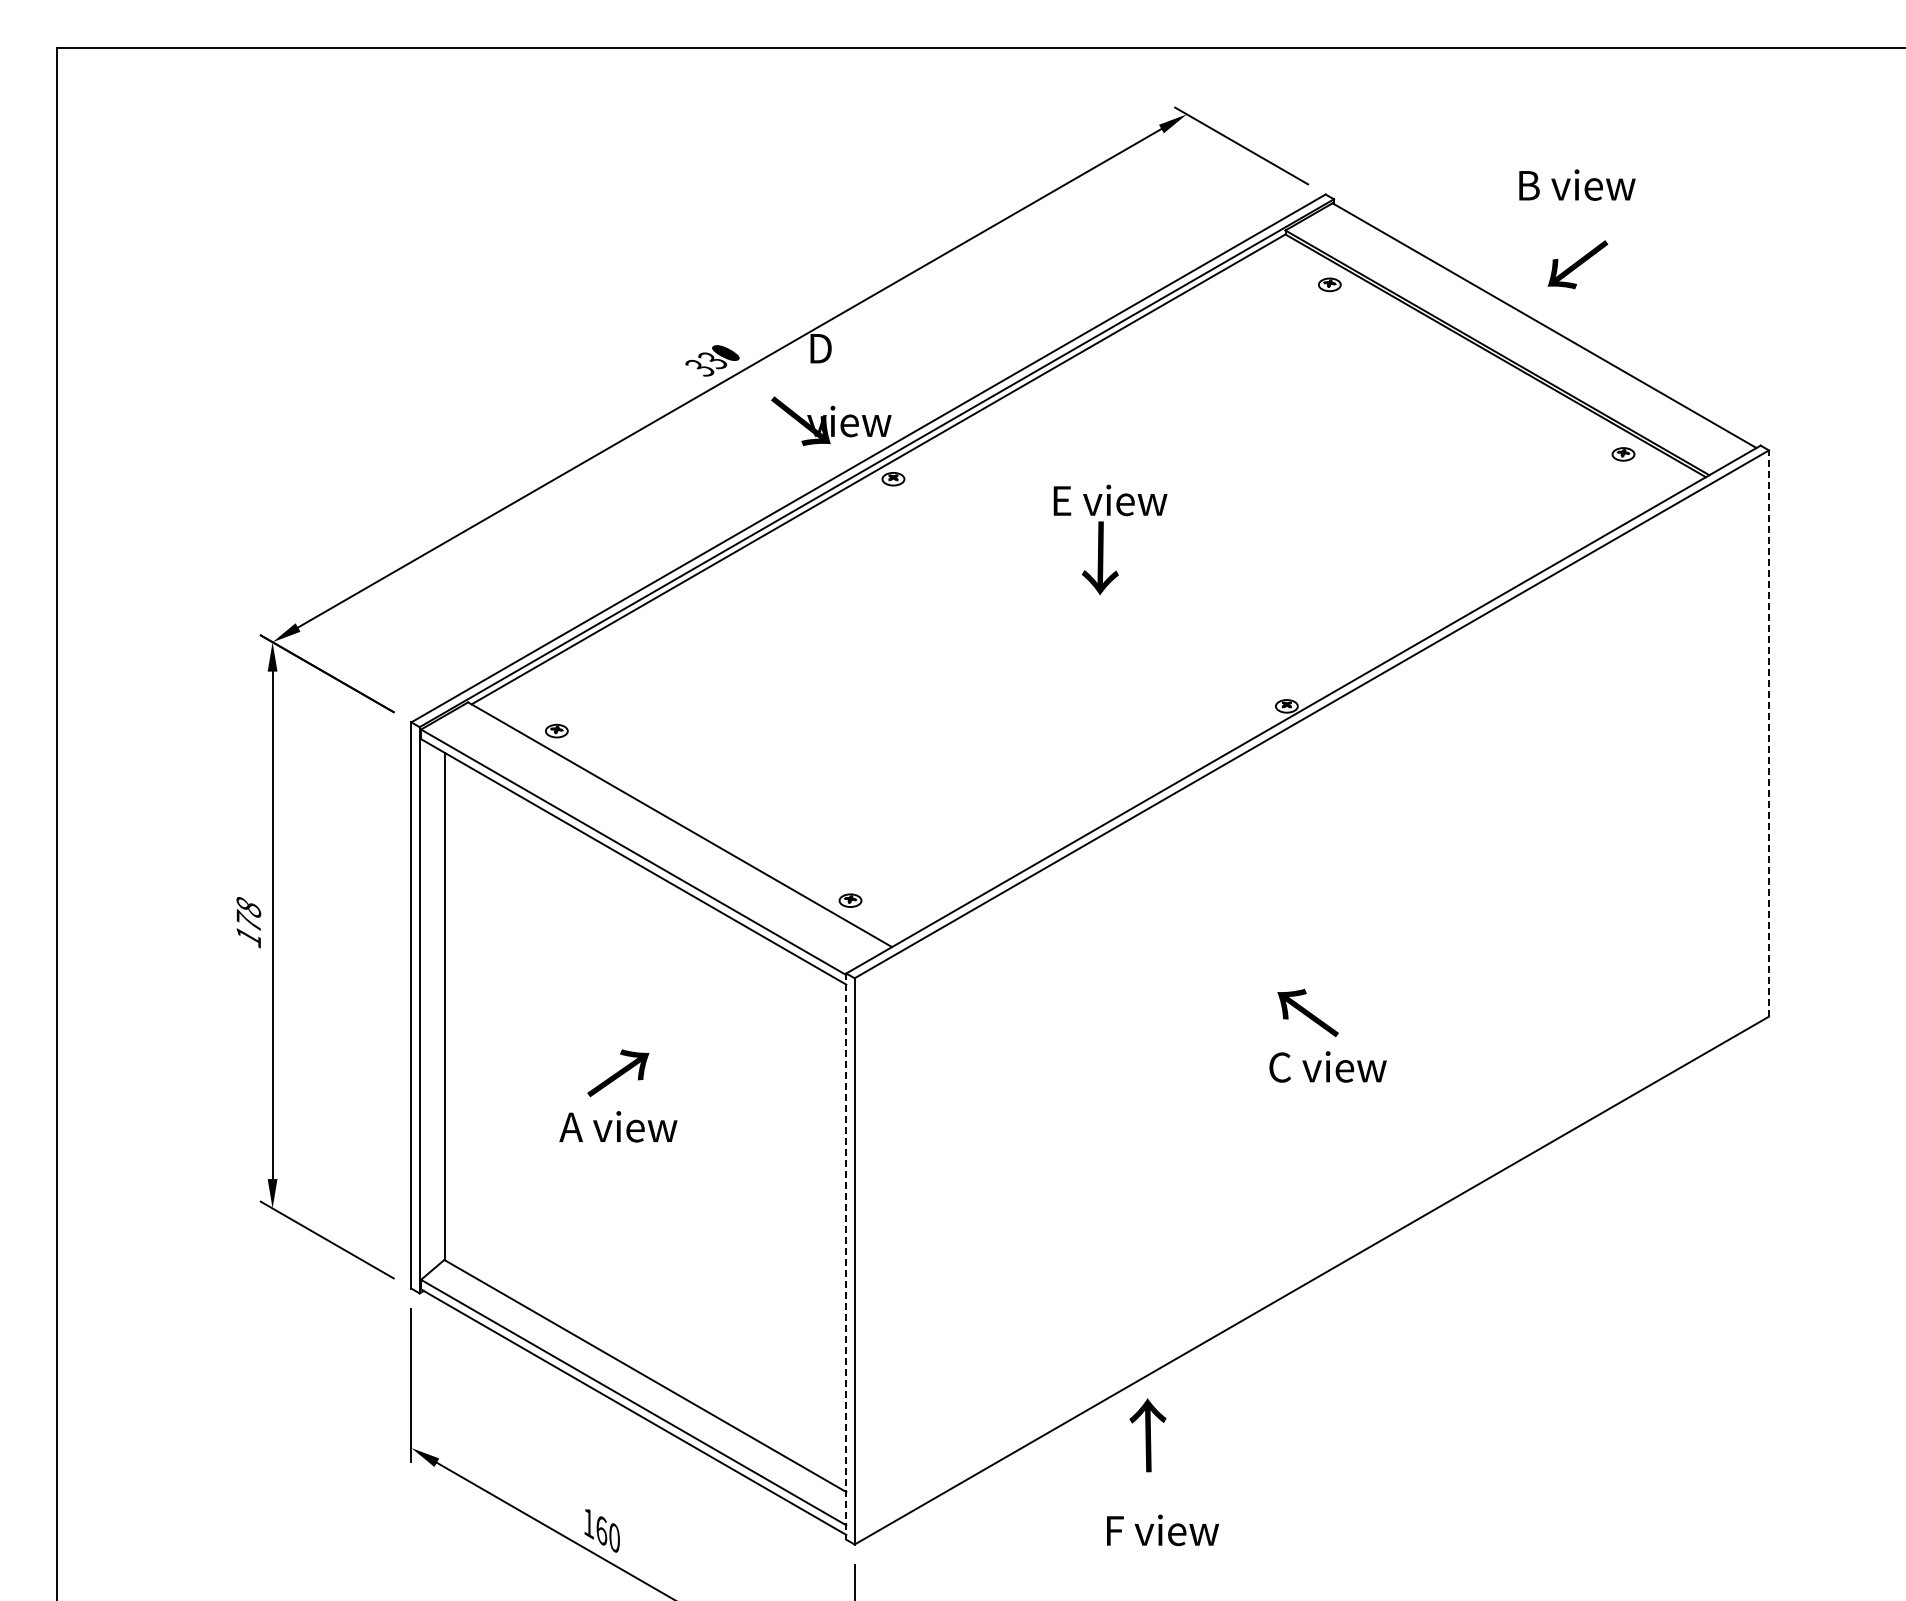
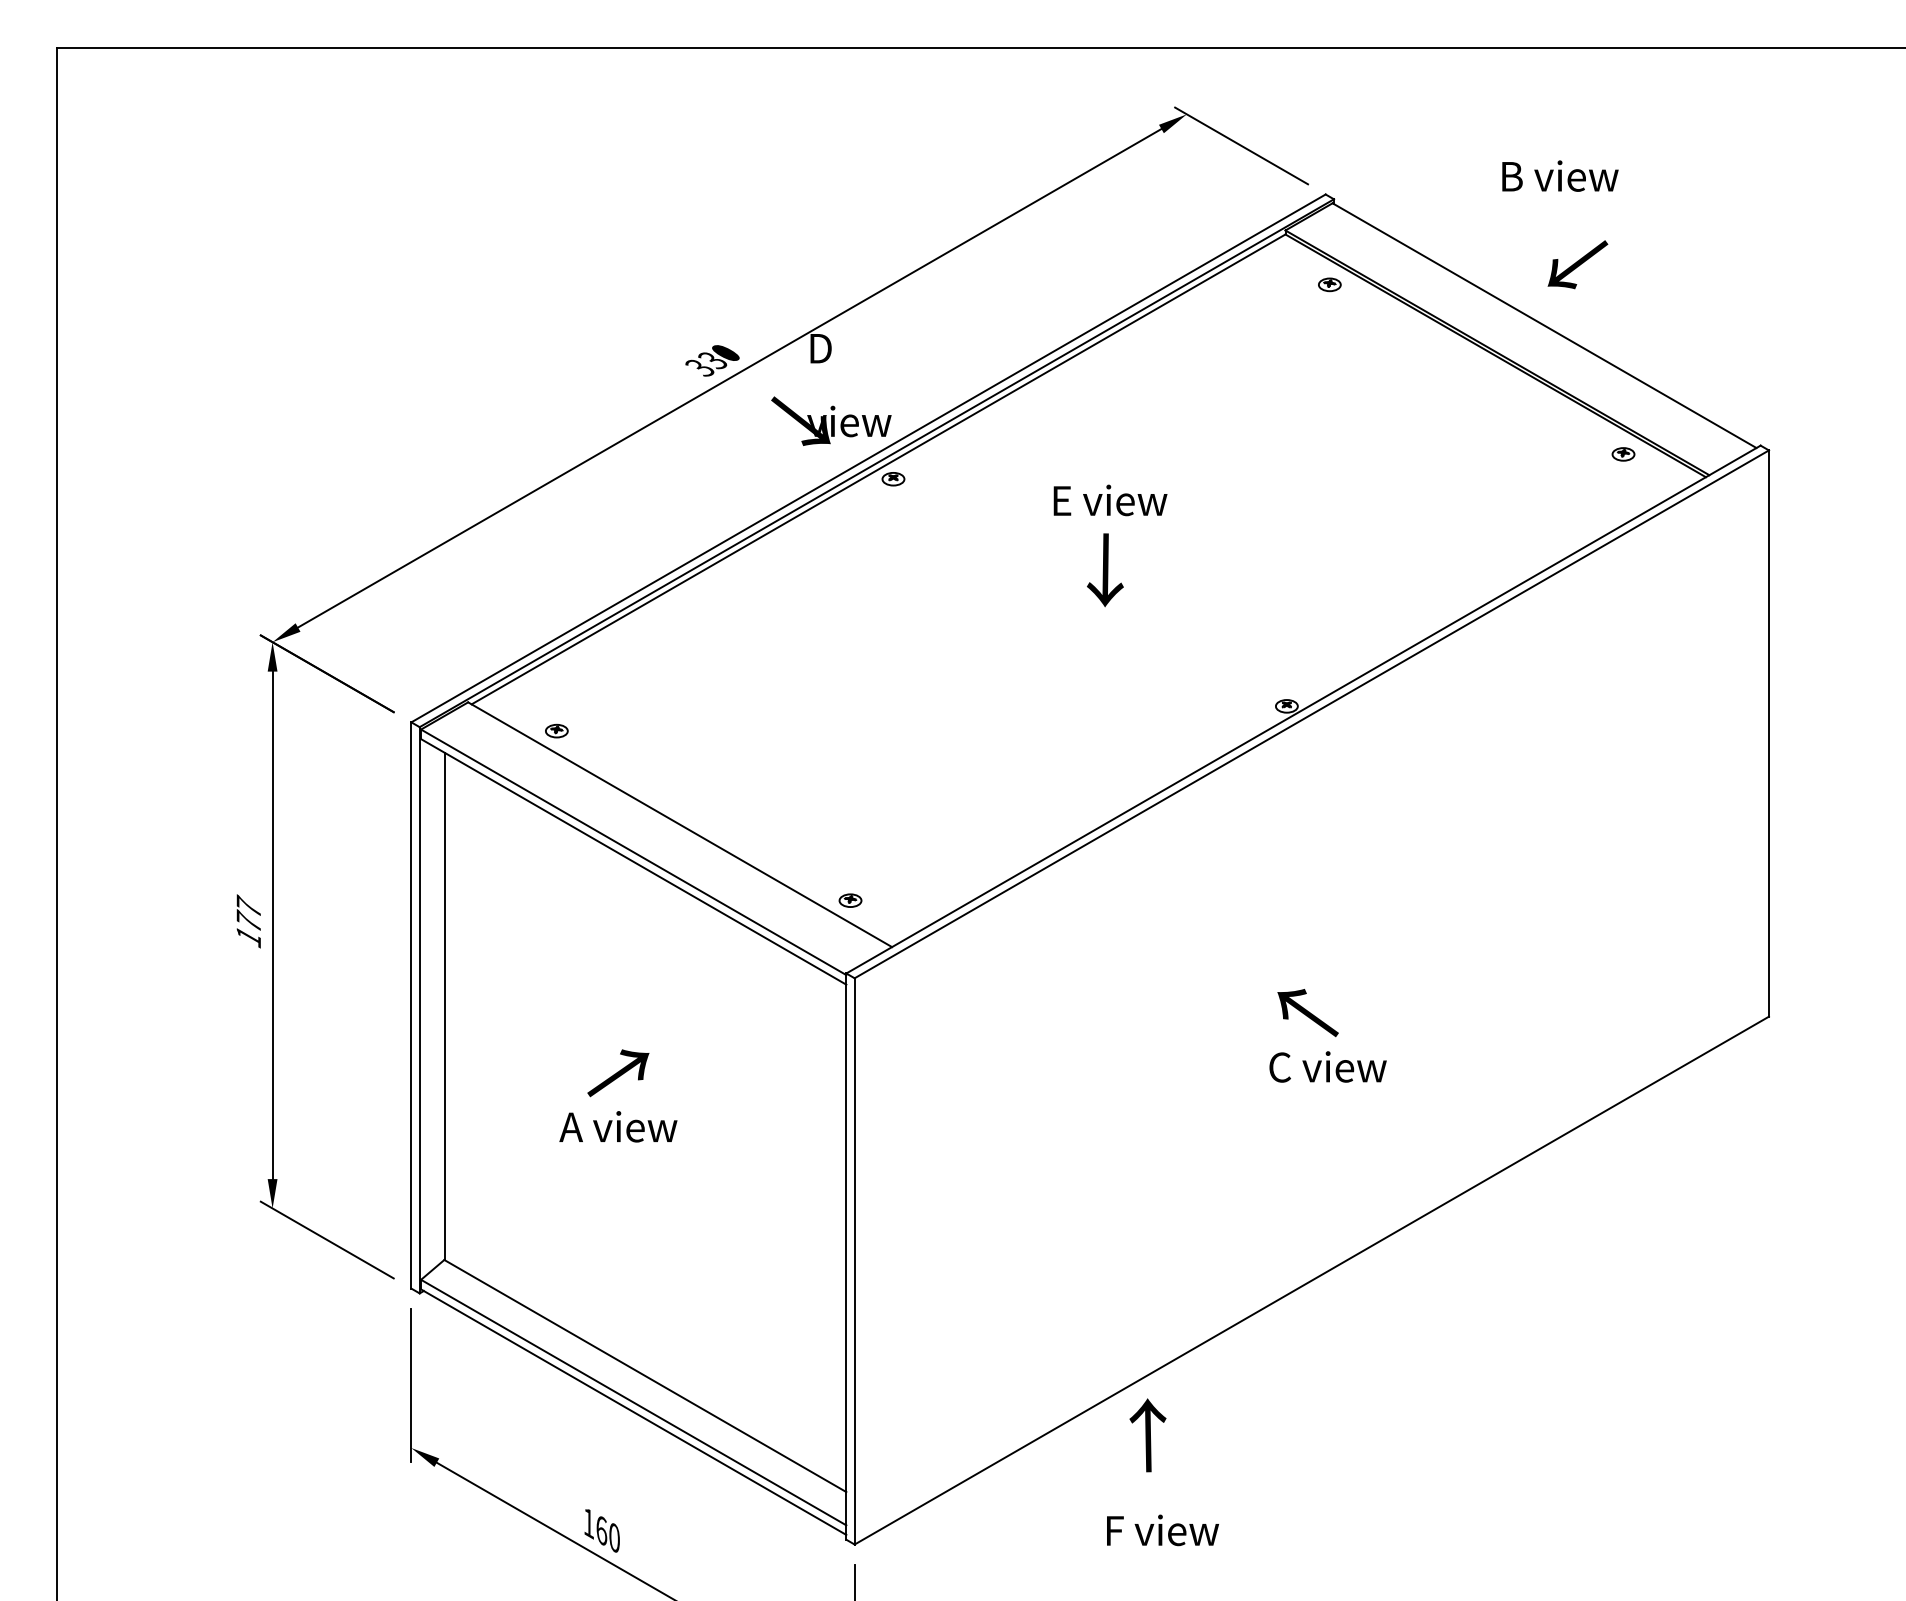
text at (1577, 184) position: (1577, 184) -> (1560, 175)
text at (1100, 558) position: (1100, 558) -> (1105, 570)
line at (1768, 733): dashed -> solid
text at (248, 905): 178 -> 177
line at (846, 1257): dashed -> solid
